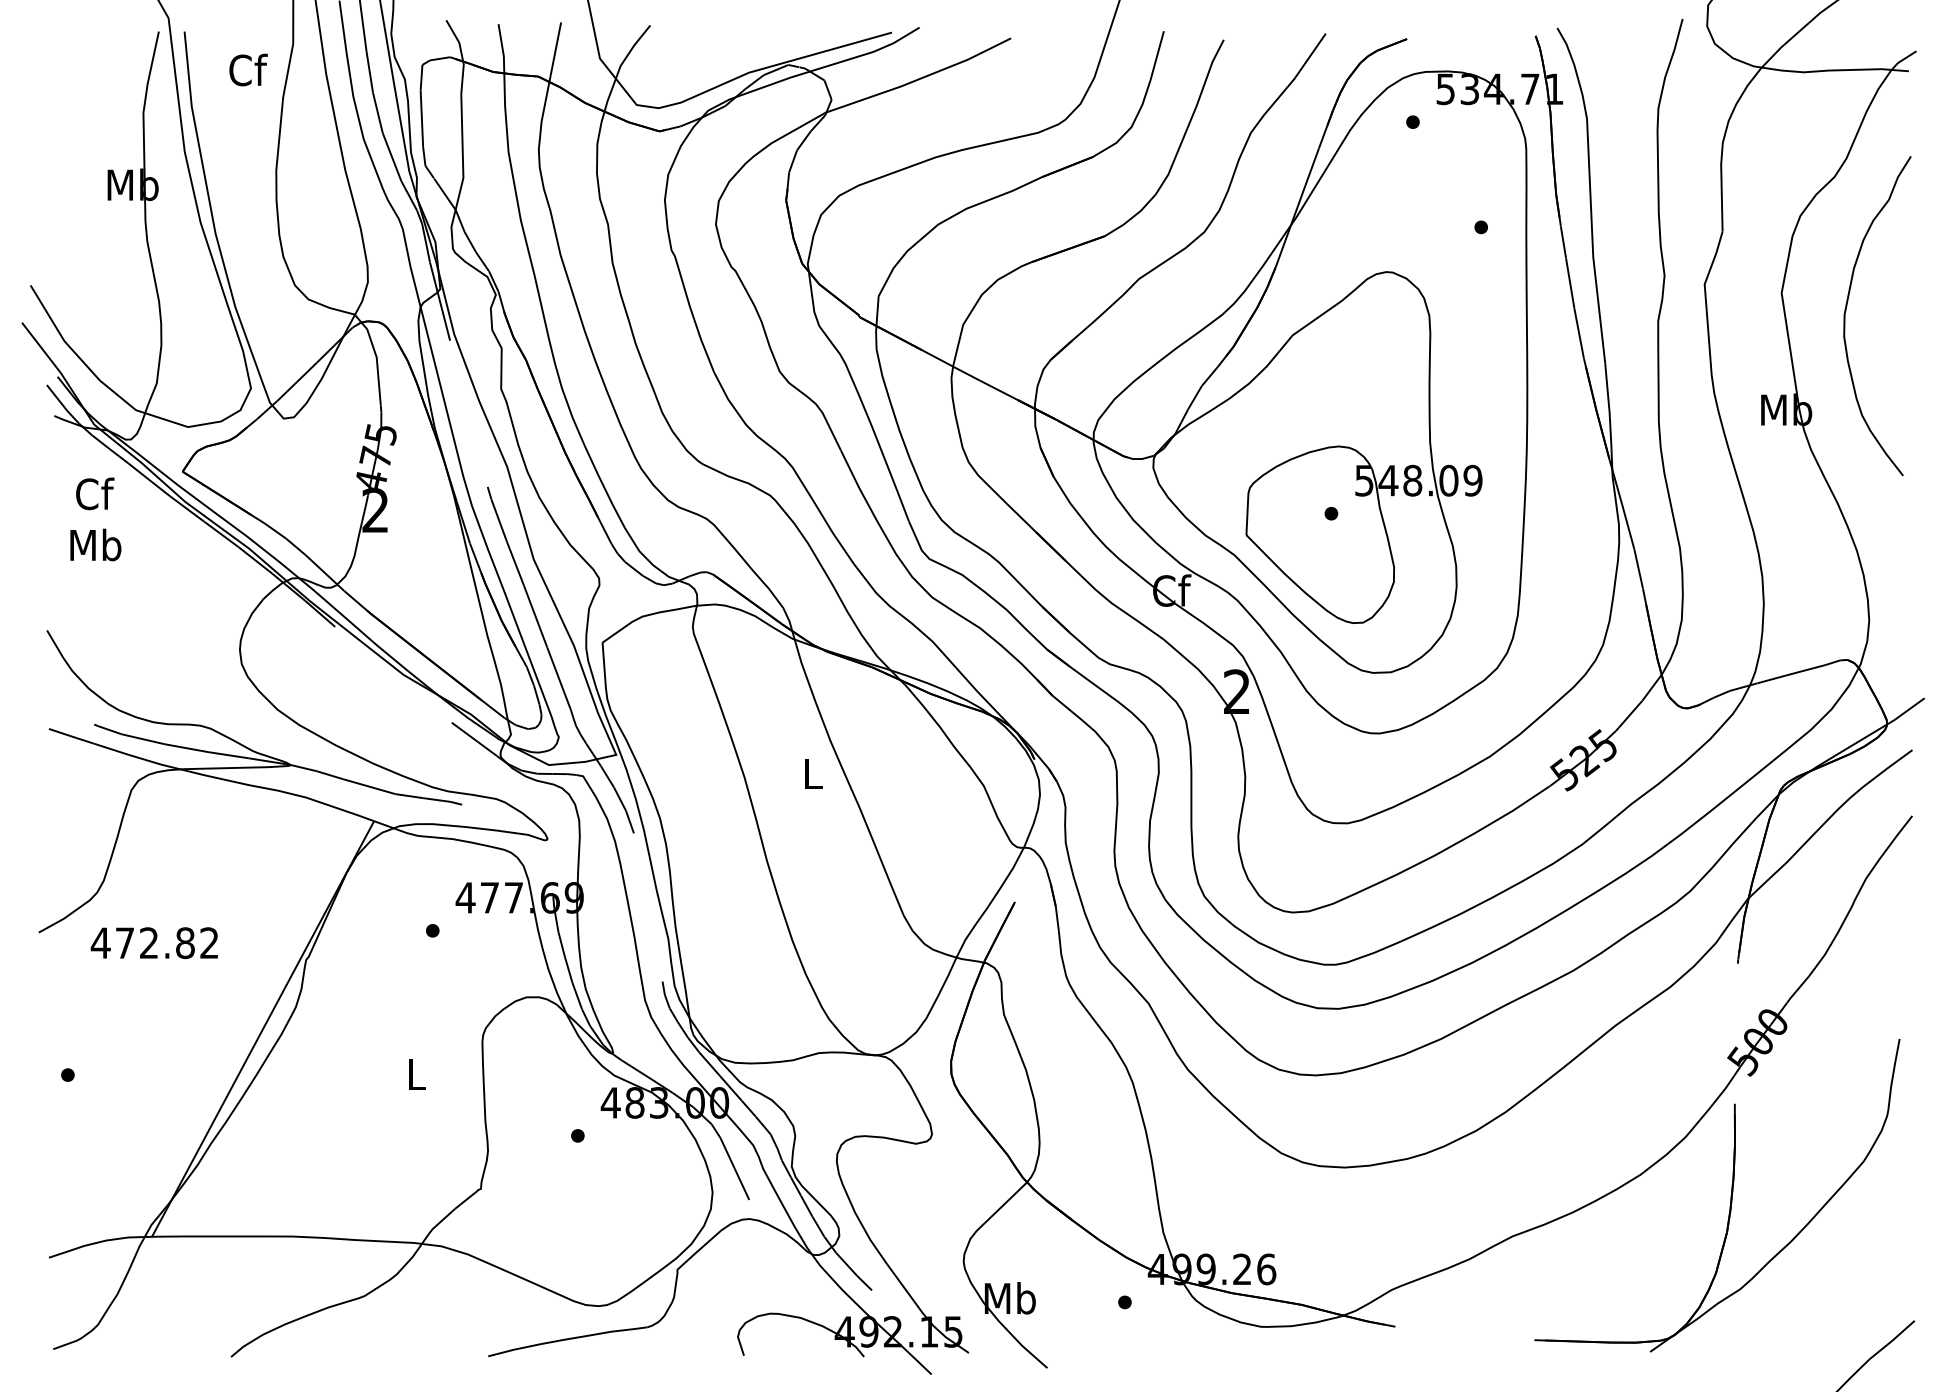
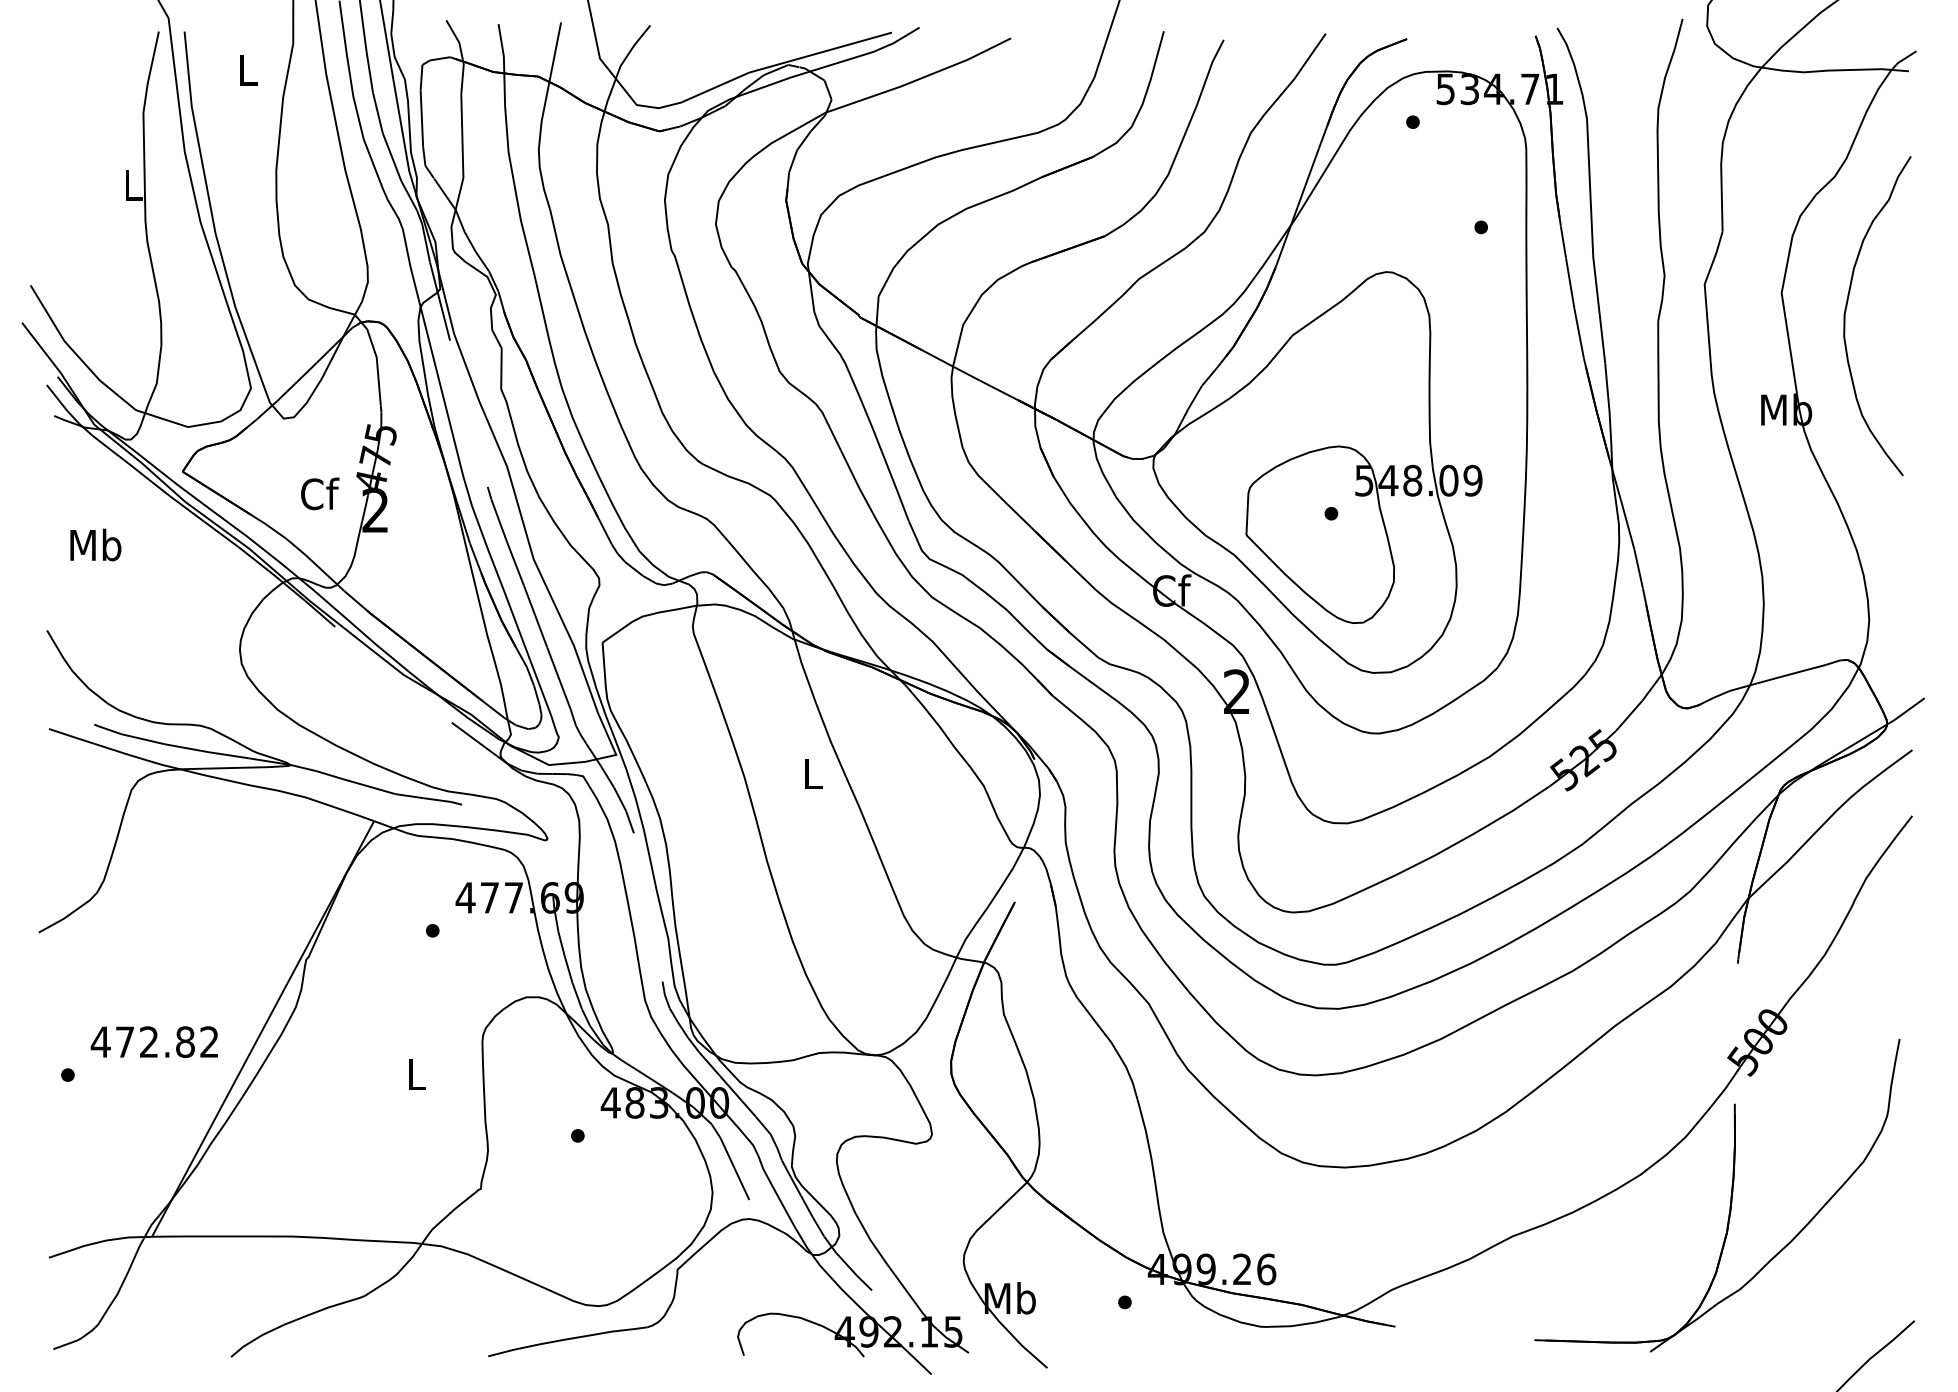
text at (248, 69): Cf -> L
text at (132, 184): Mb -> L
text at (95, 493) position: (95, 493) -> (320, 493)
text at (153, 942) position: (153, 942) -> (153, 1041)
